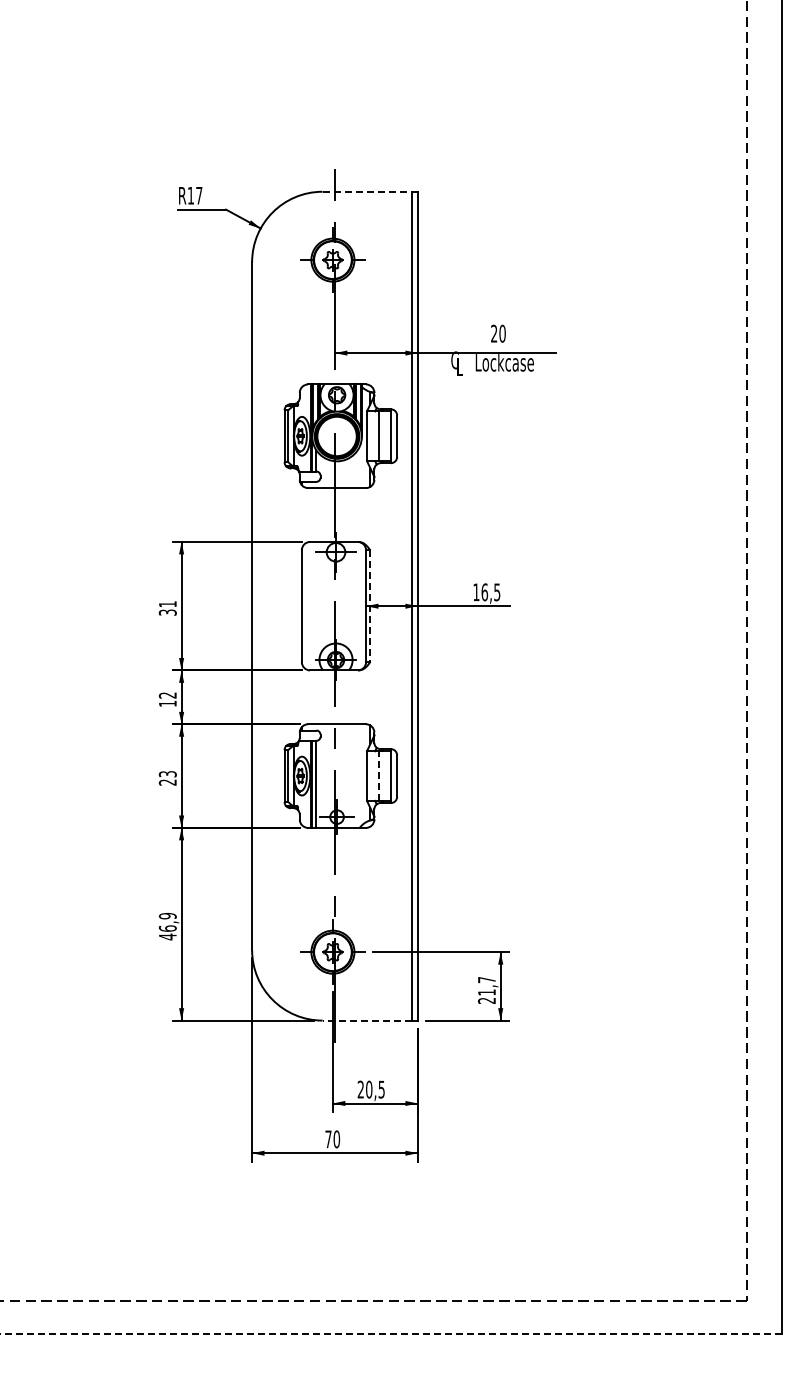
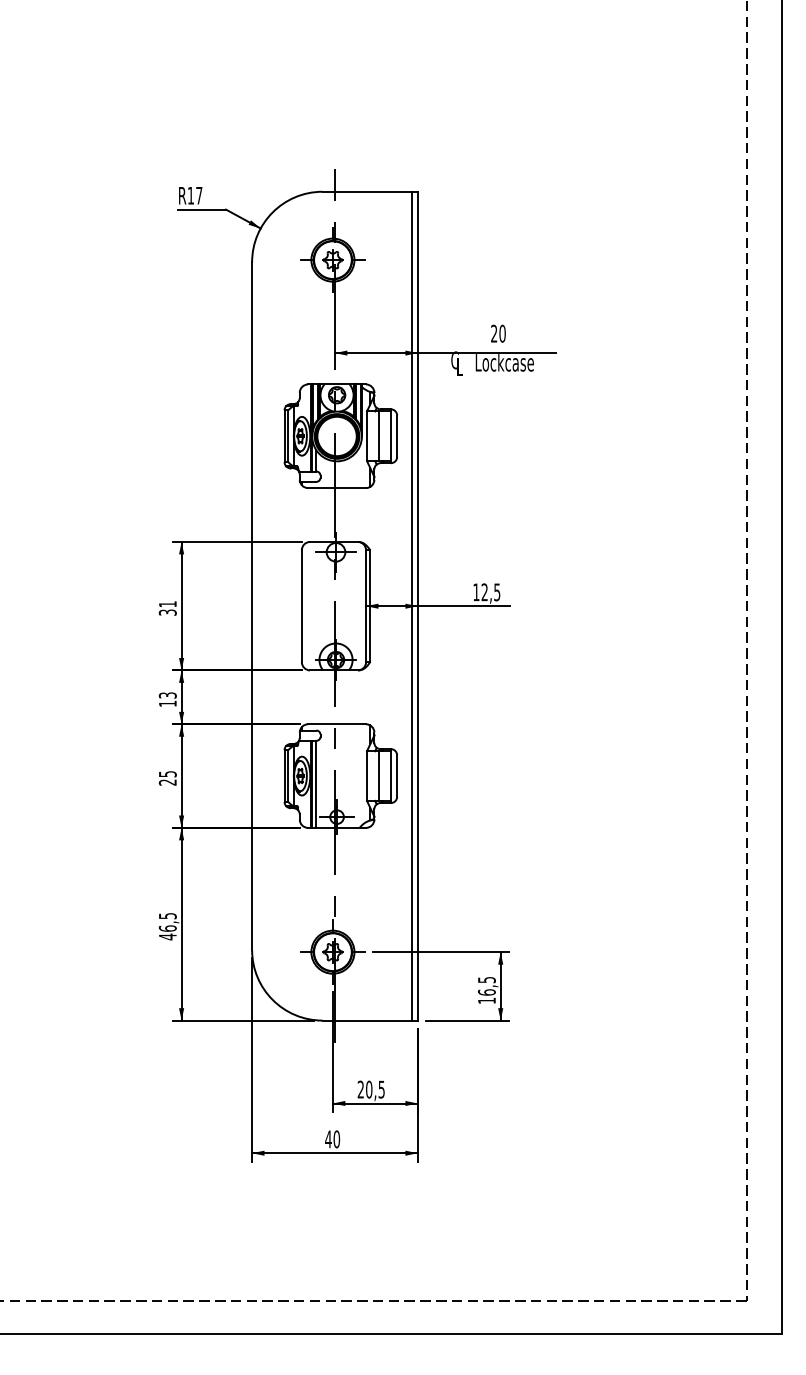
line at (367, 191): dashed -> solid
text at (484, 592): 16,5 -> 12,5
line at (370, 606): dashed -> solid
text at (167, 695): 12 -> 13
text at (166, 774): 23 -> 25
line at (378, 776): dashed -> solid
text at (167, 916): 46,9 -> 46,5
text at (486, 990): 21,7 -> 16,5
line at (367, 1020): dashed -> solid
text at (328, 1139): 70 -> 40
line at (390, 1333): dashed -> solid
